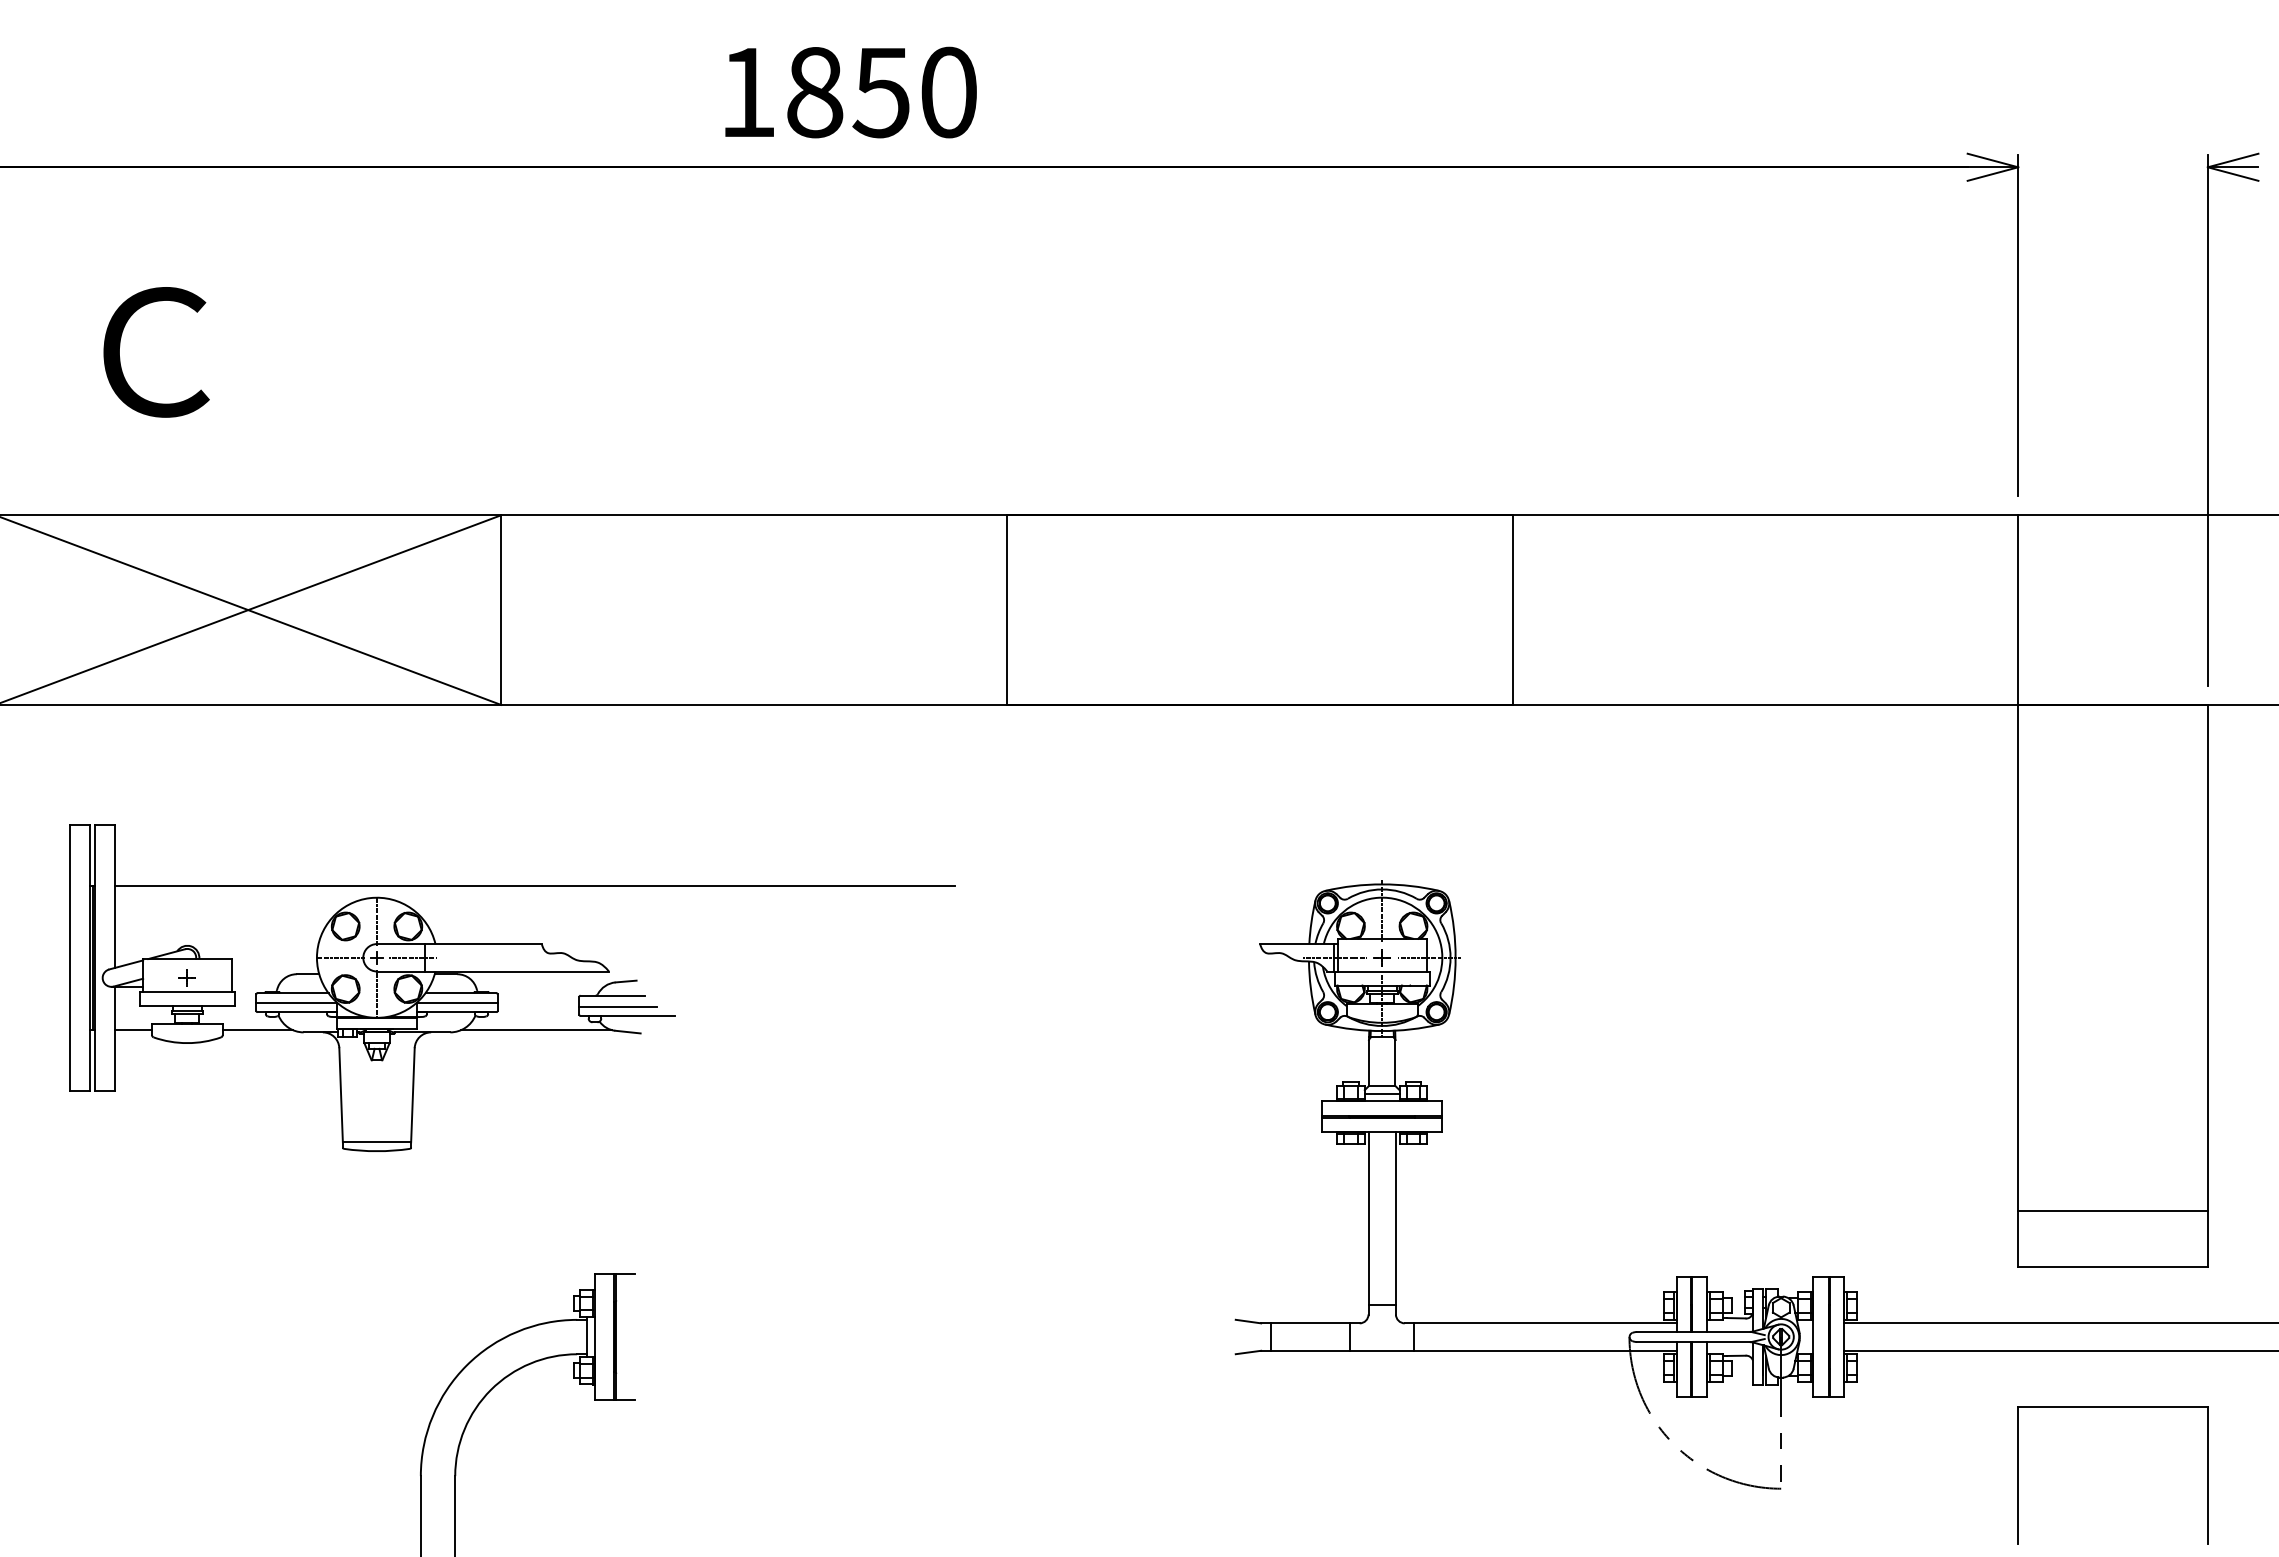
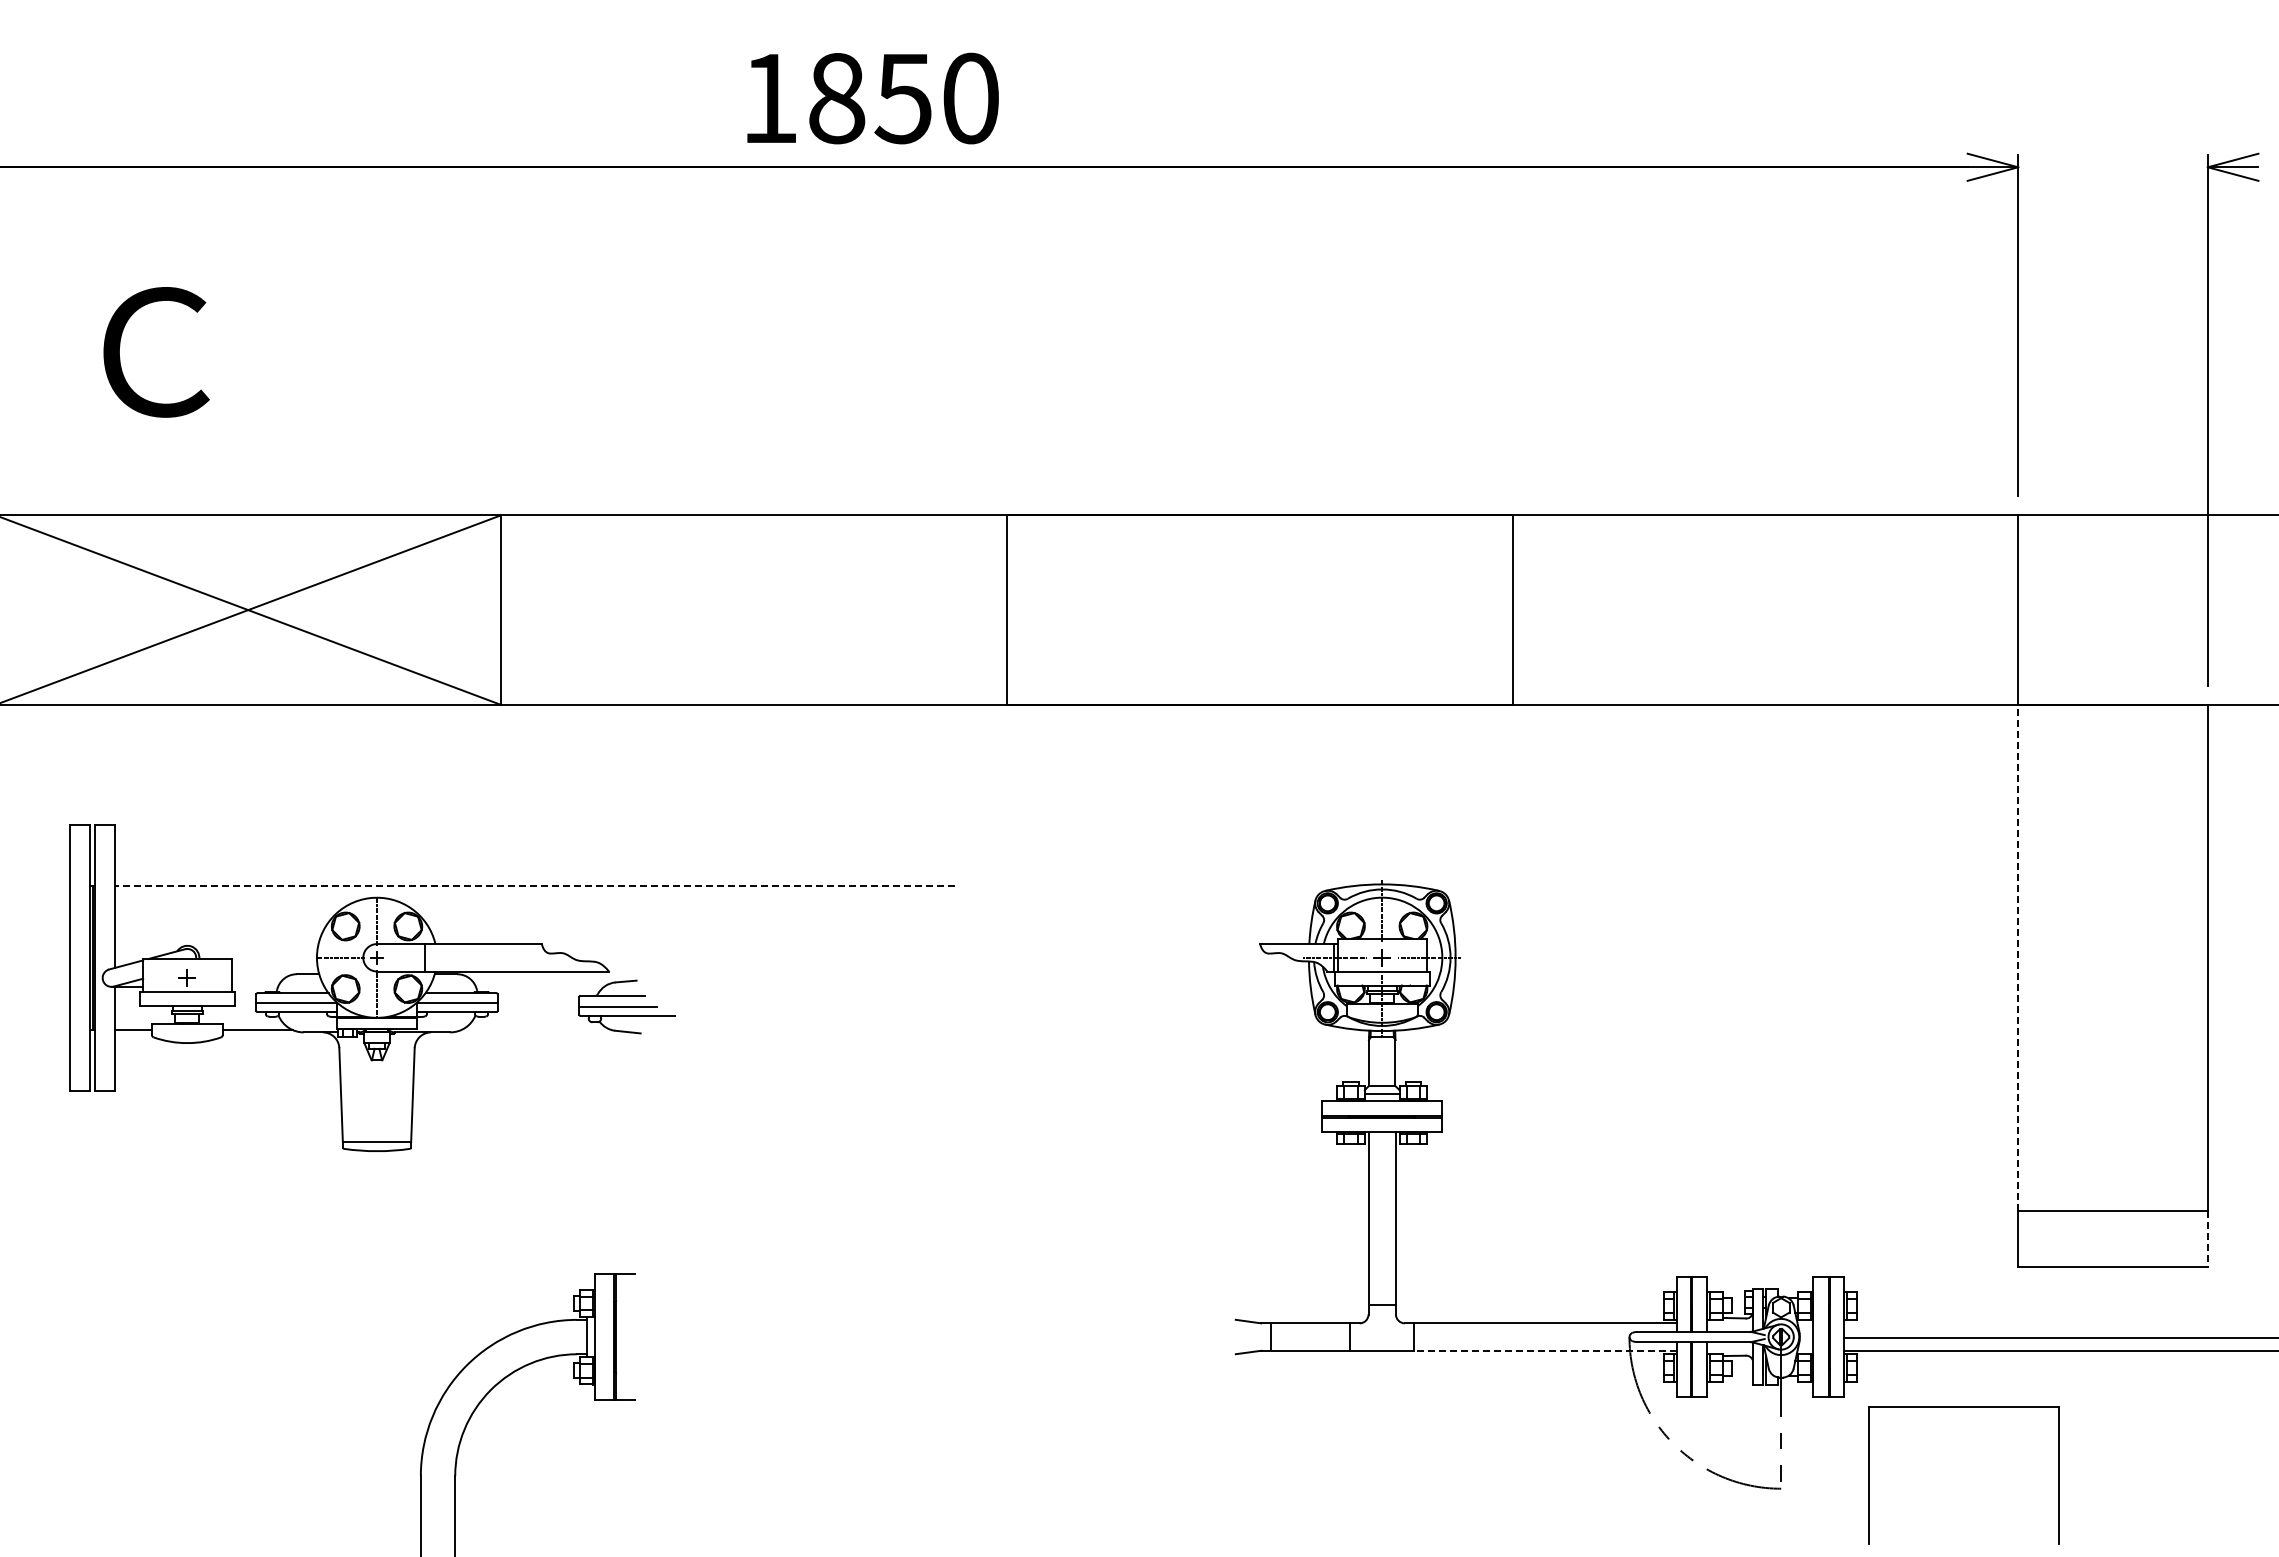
text at (850, 92) position: (850, 92) -> (872, 98)
line at (535, 885): solid -> dashed
line at (413, 957): present -> none
line at (2018, 957): solid -> dashed
line at (536, 1030): present -> none
line at (2207, 1239): solid -> dashed
line at (2059, 1323) position: (2059, 1323) -> (2059, 1338)
line at (1545, 1350): solid -> dashed
part at (2112, 1407) position: (2112, 1407) -> (1963, 1407)
